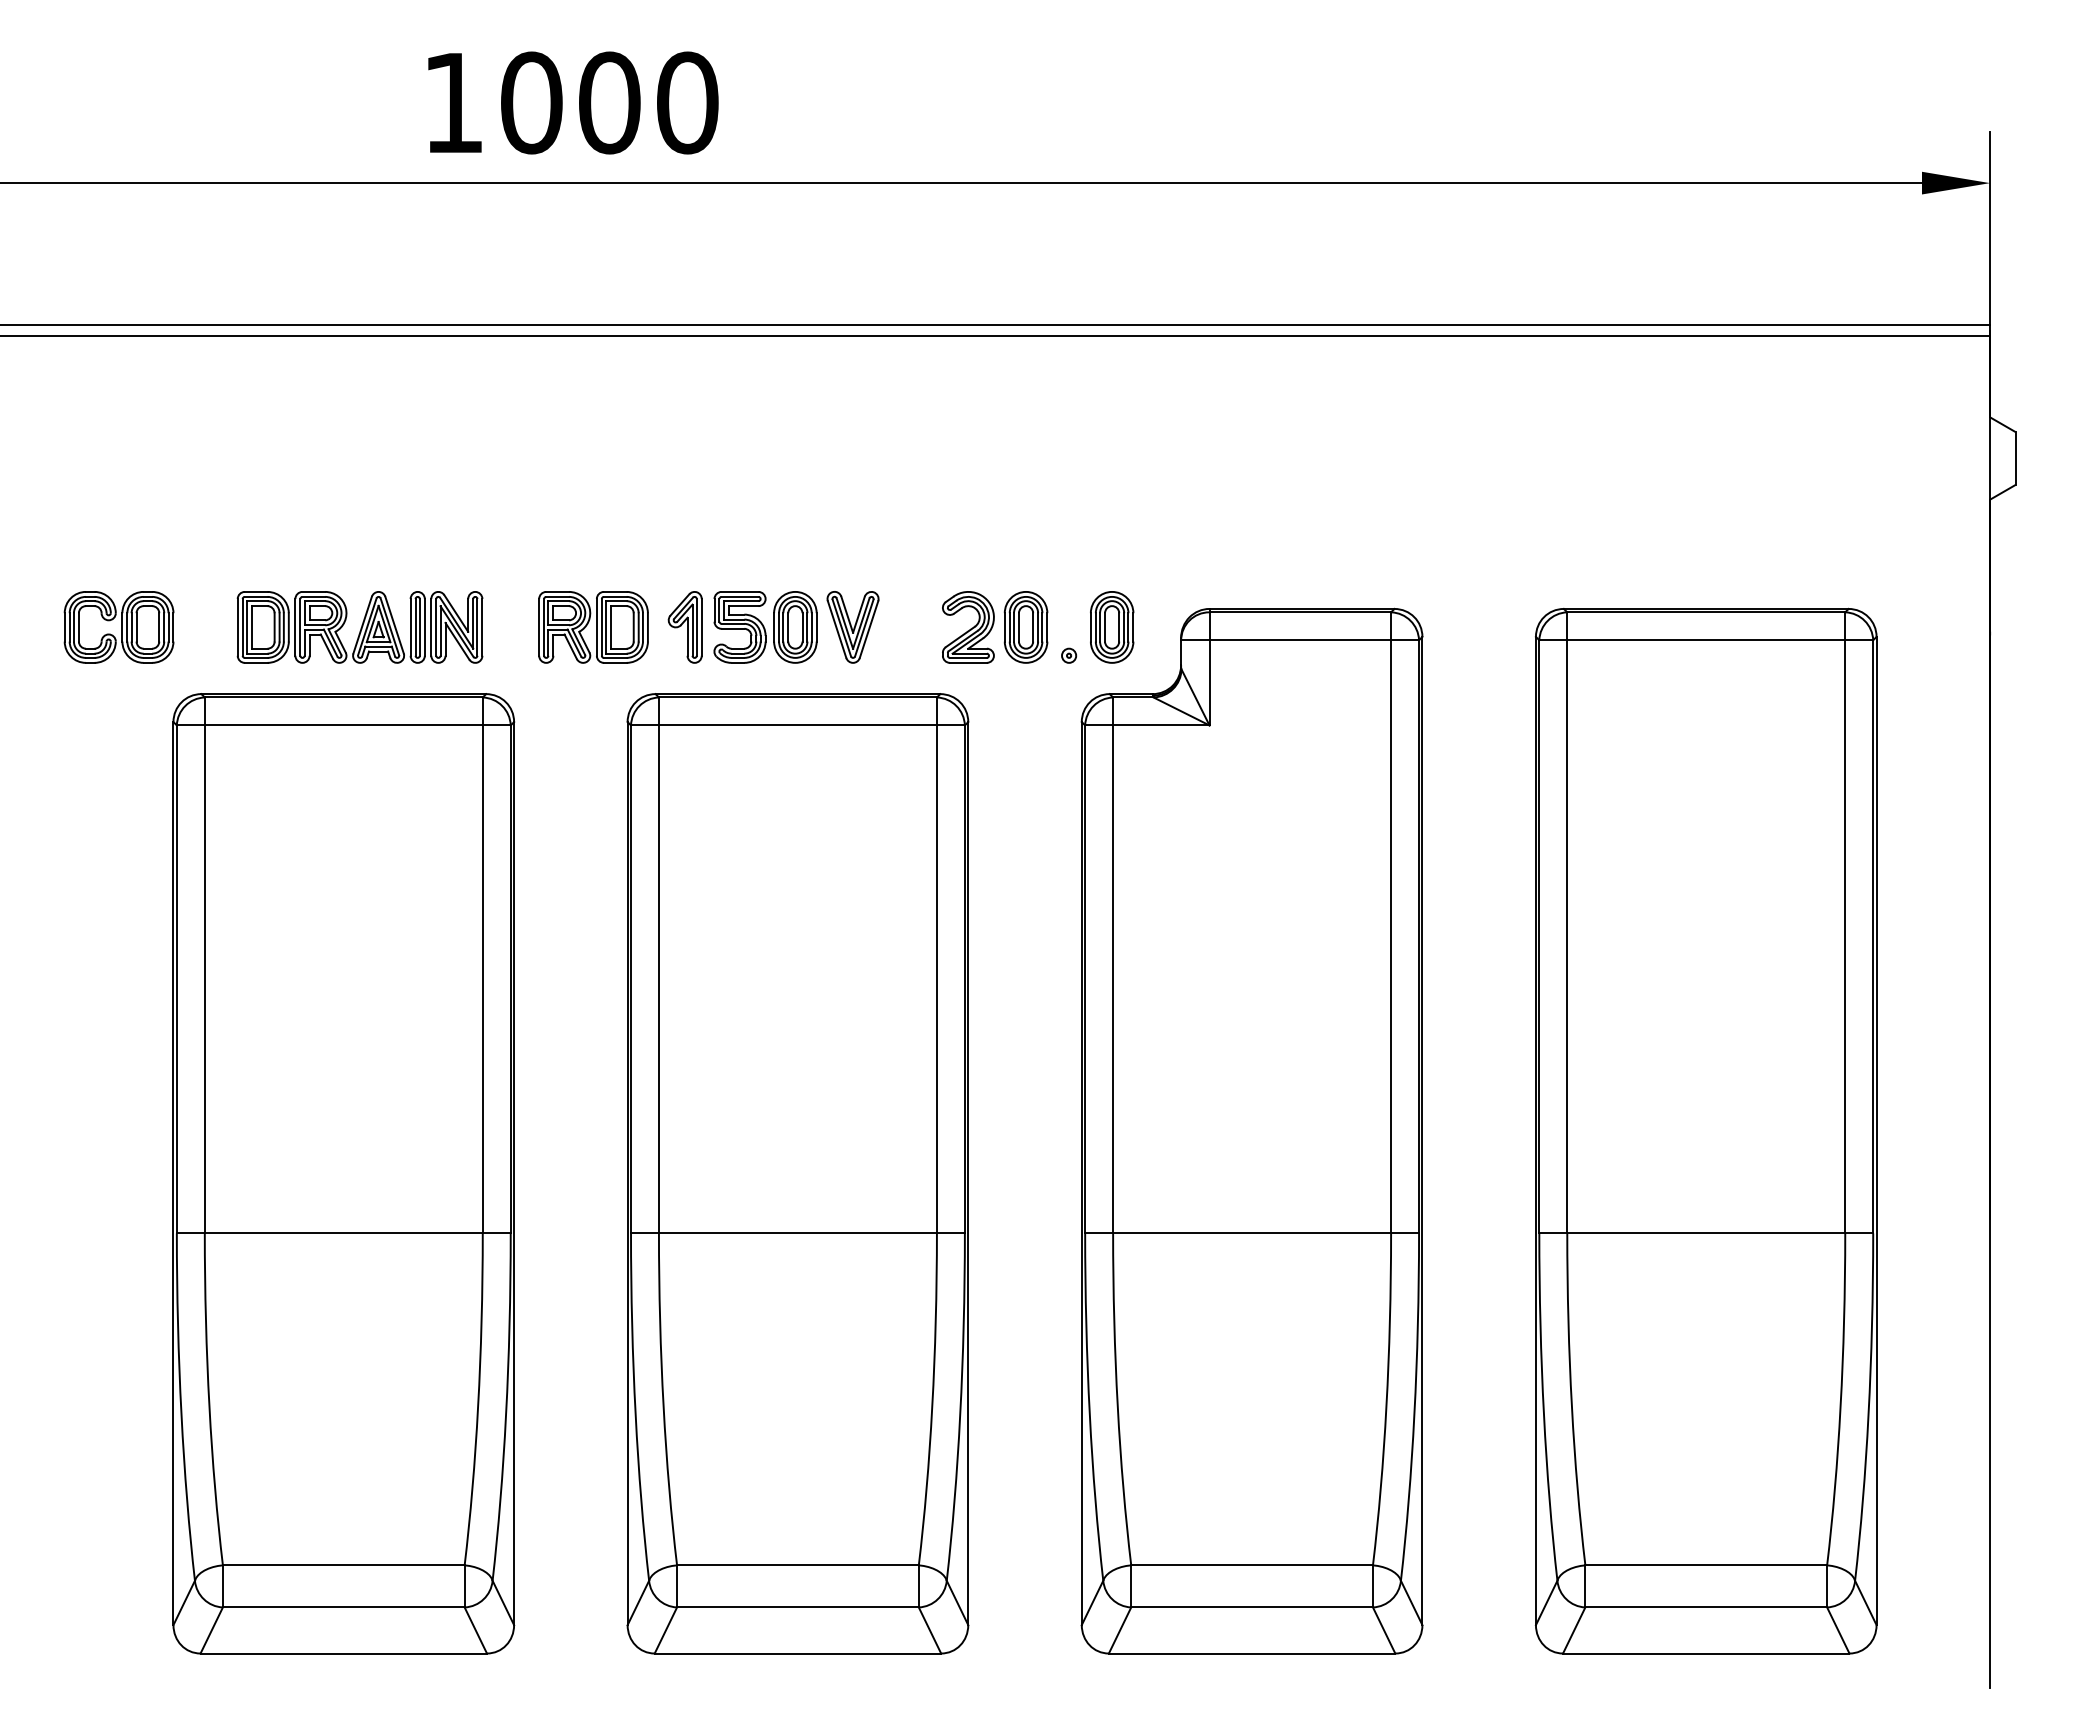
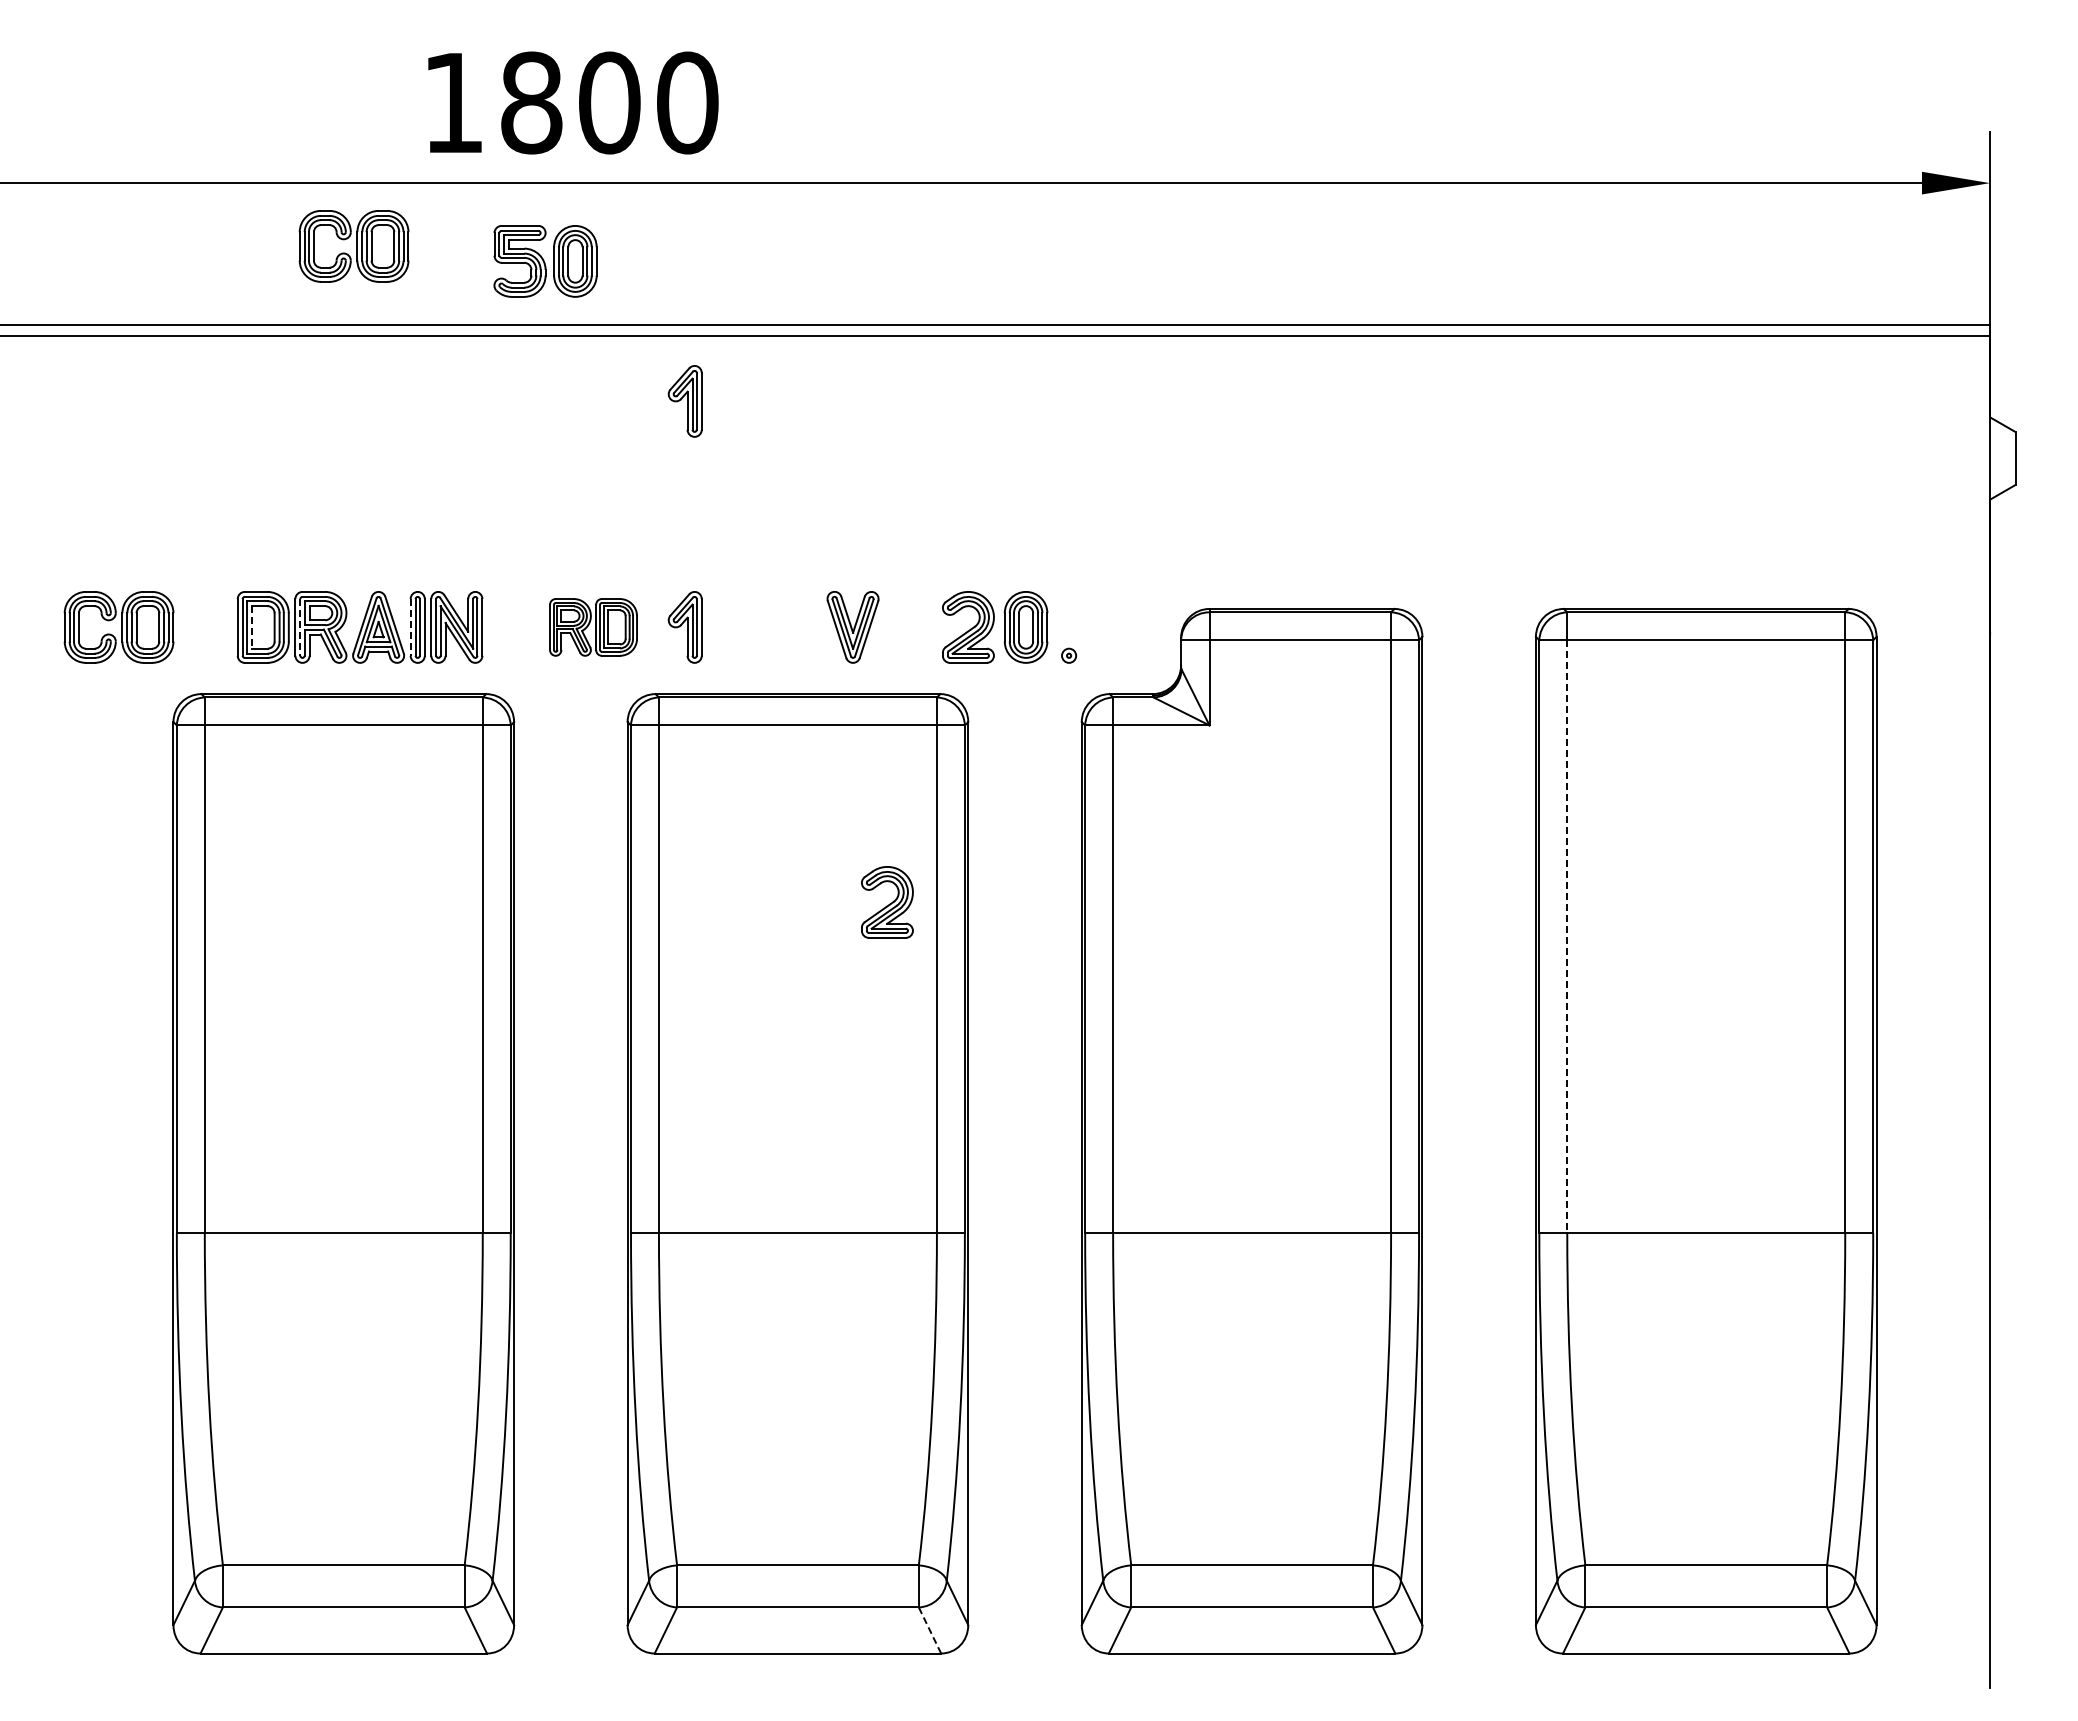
text at (531, 102): 1000 -> 1800
part at (353, 246): none -> present
part at (684, 401): none -> present
line at (251, 627): solid -> dashed
line at (300, 627): solid -> dashed
line at (410, 627): solid -> dashed
part at (593, 627) size: 111x73 px -> 89x59 px
part at (765, 627) position: (765, 627) -> (545, 261)
part at (1112, 627): present -> none
part at (887, 902): none -> present
line at (1567, 936): solid -> dashed
line at (929, 1630): solid -> dashed
